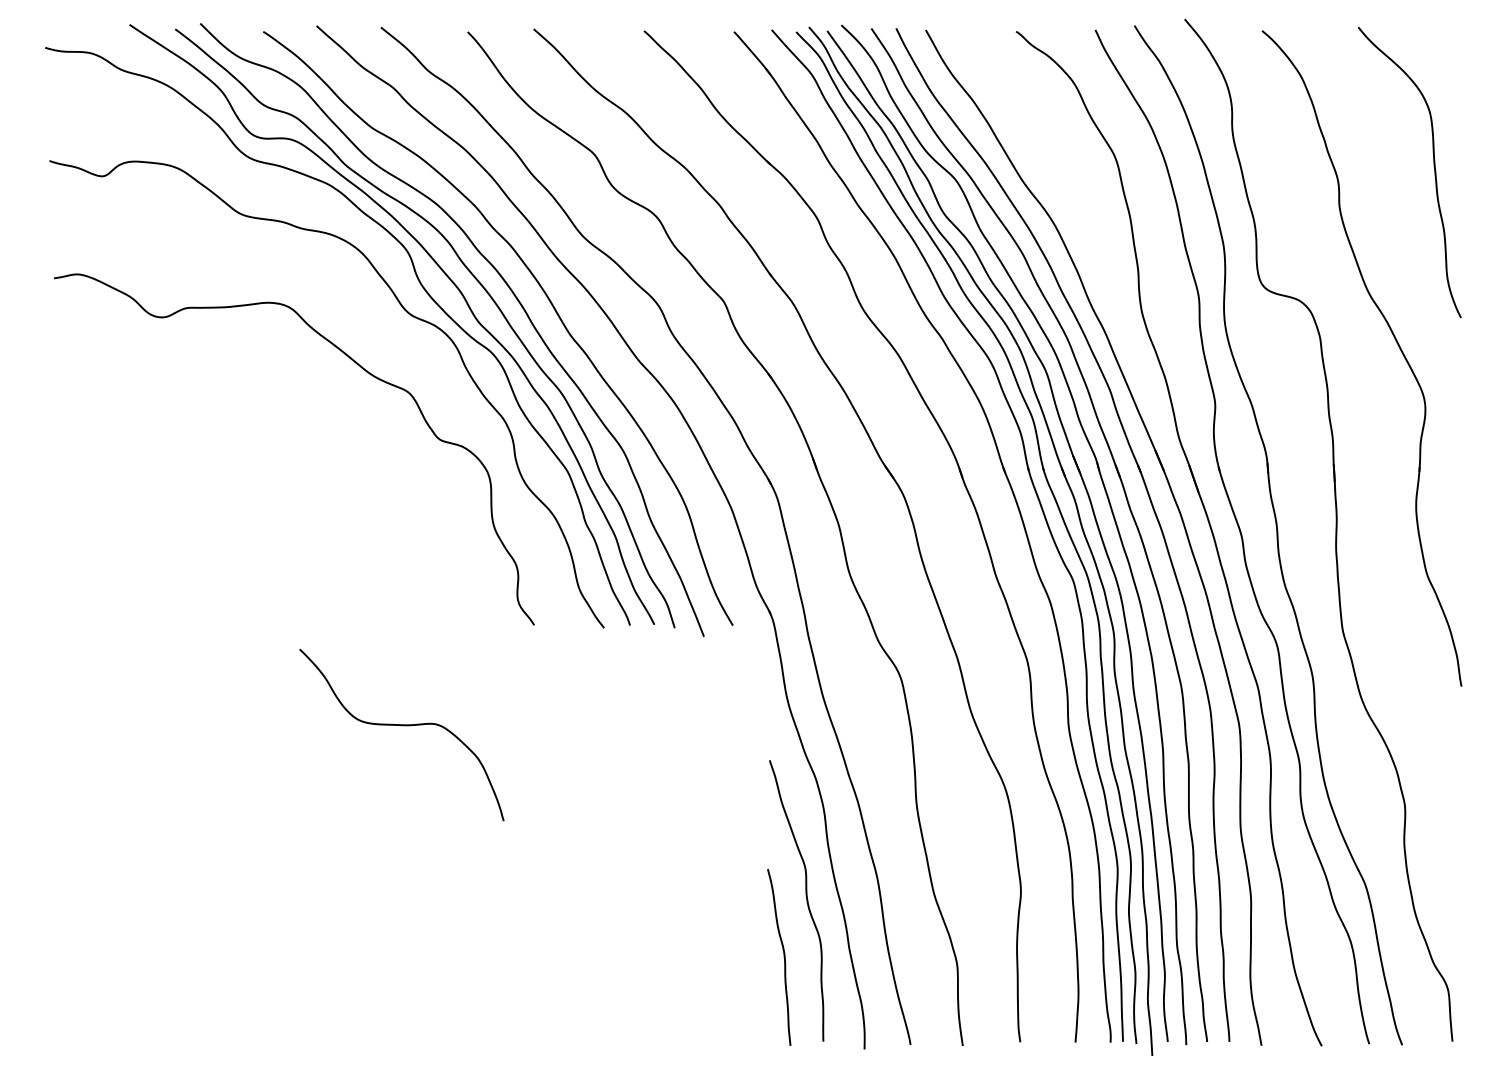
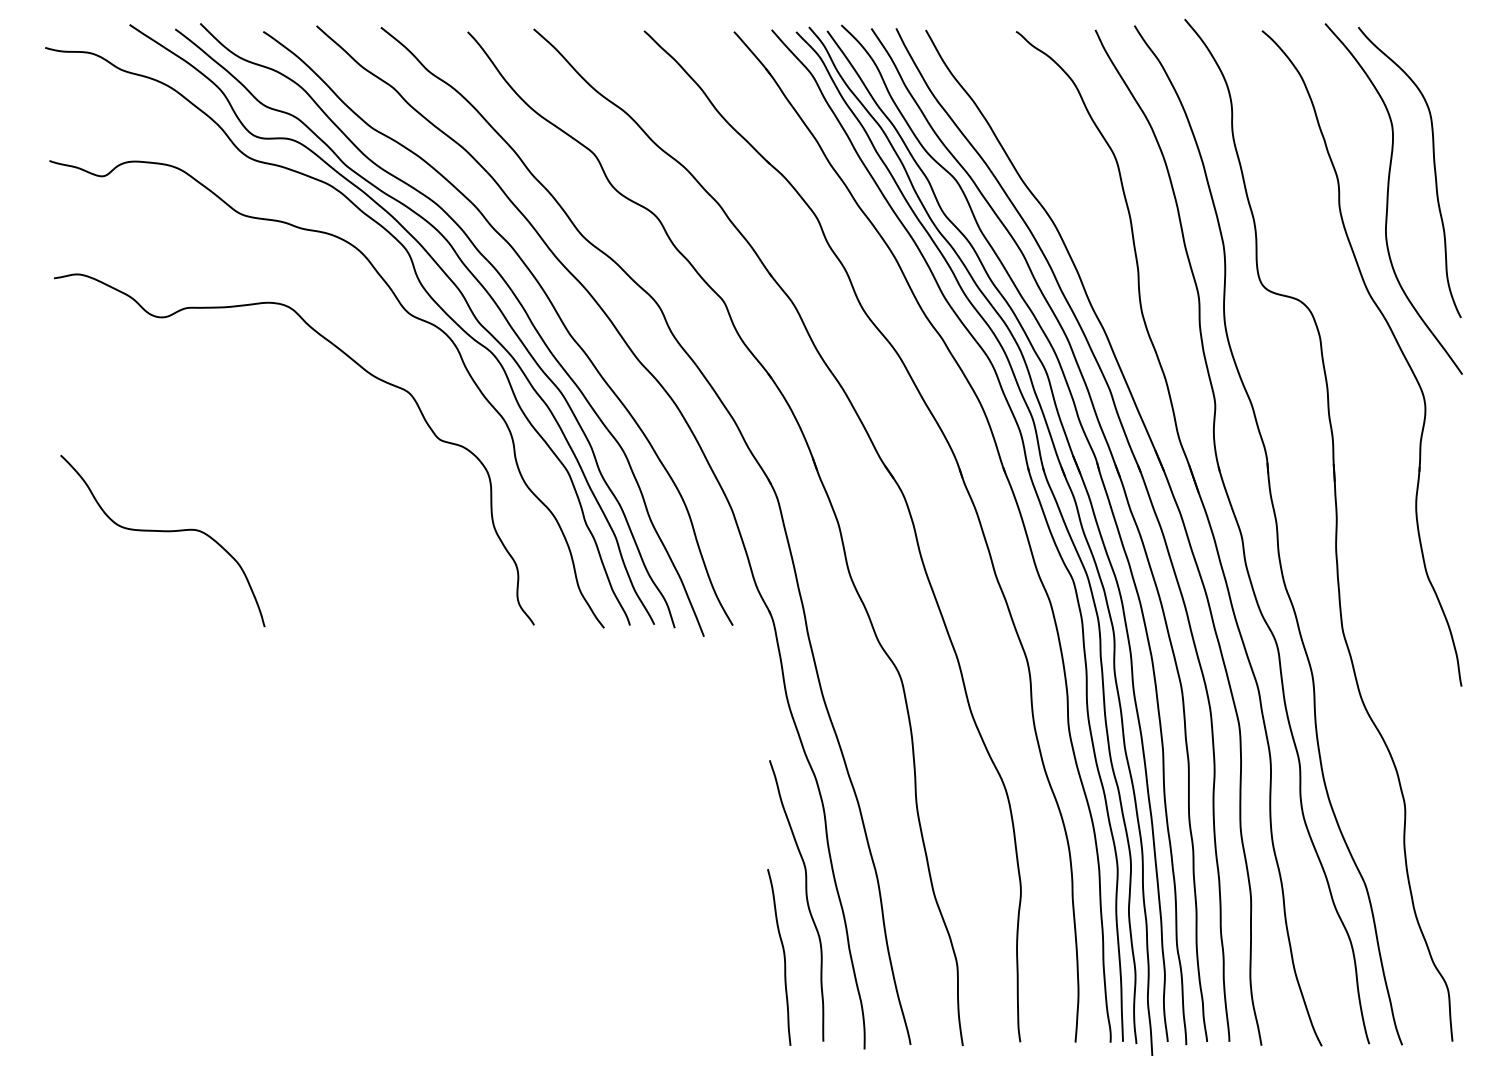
curve at (1388, 198): none -> present
curve at (401, 726) position: (401, 726) -> (162, 532)
